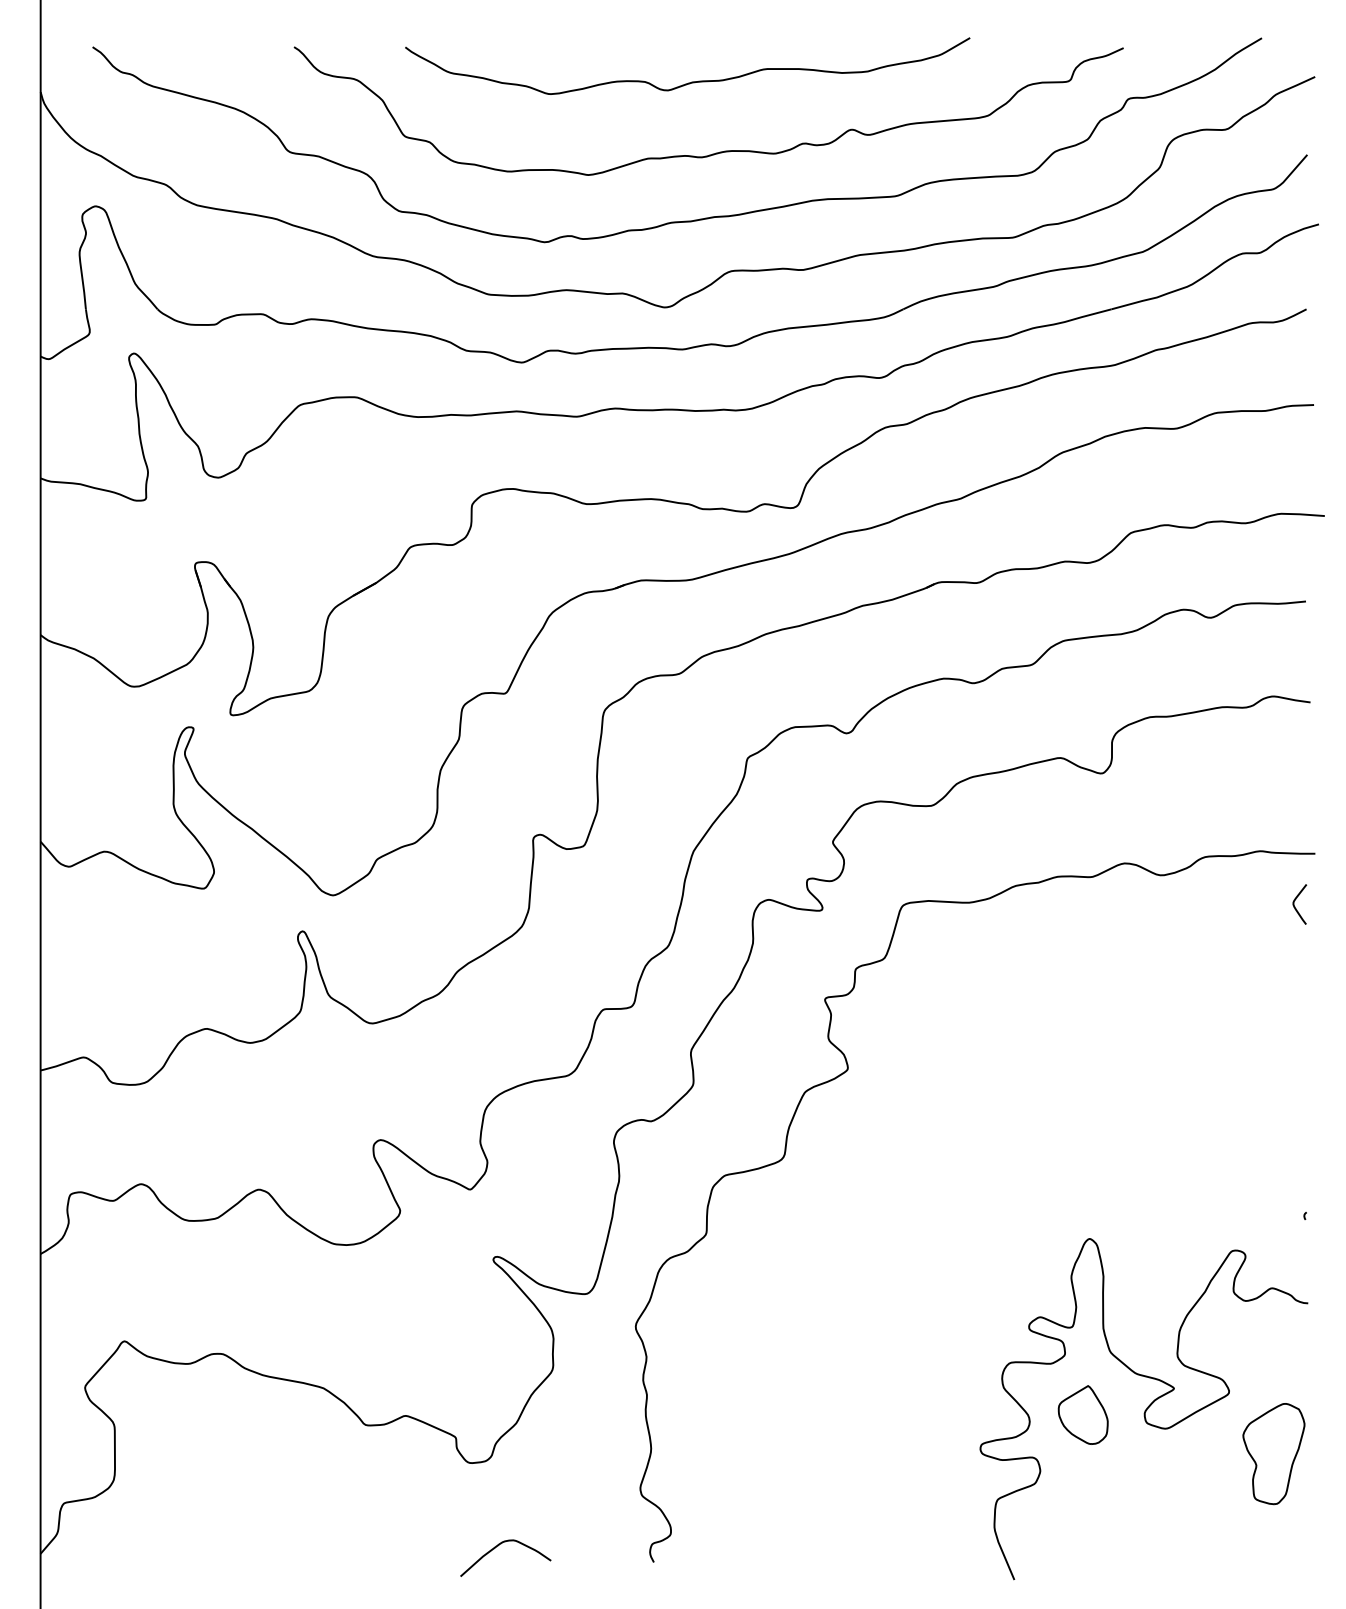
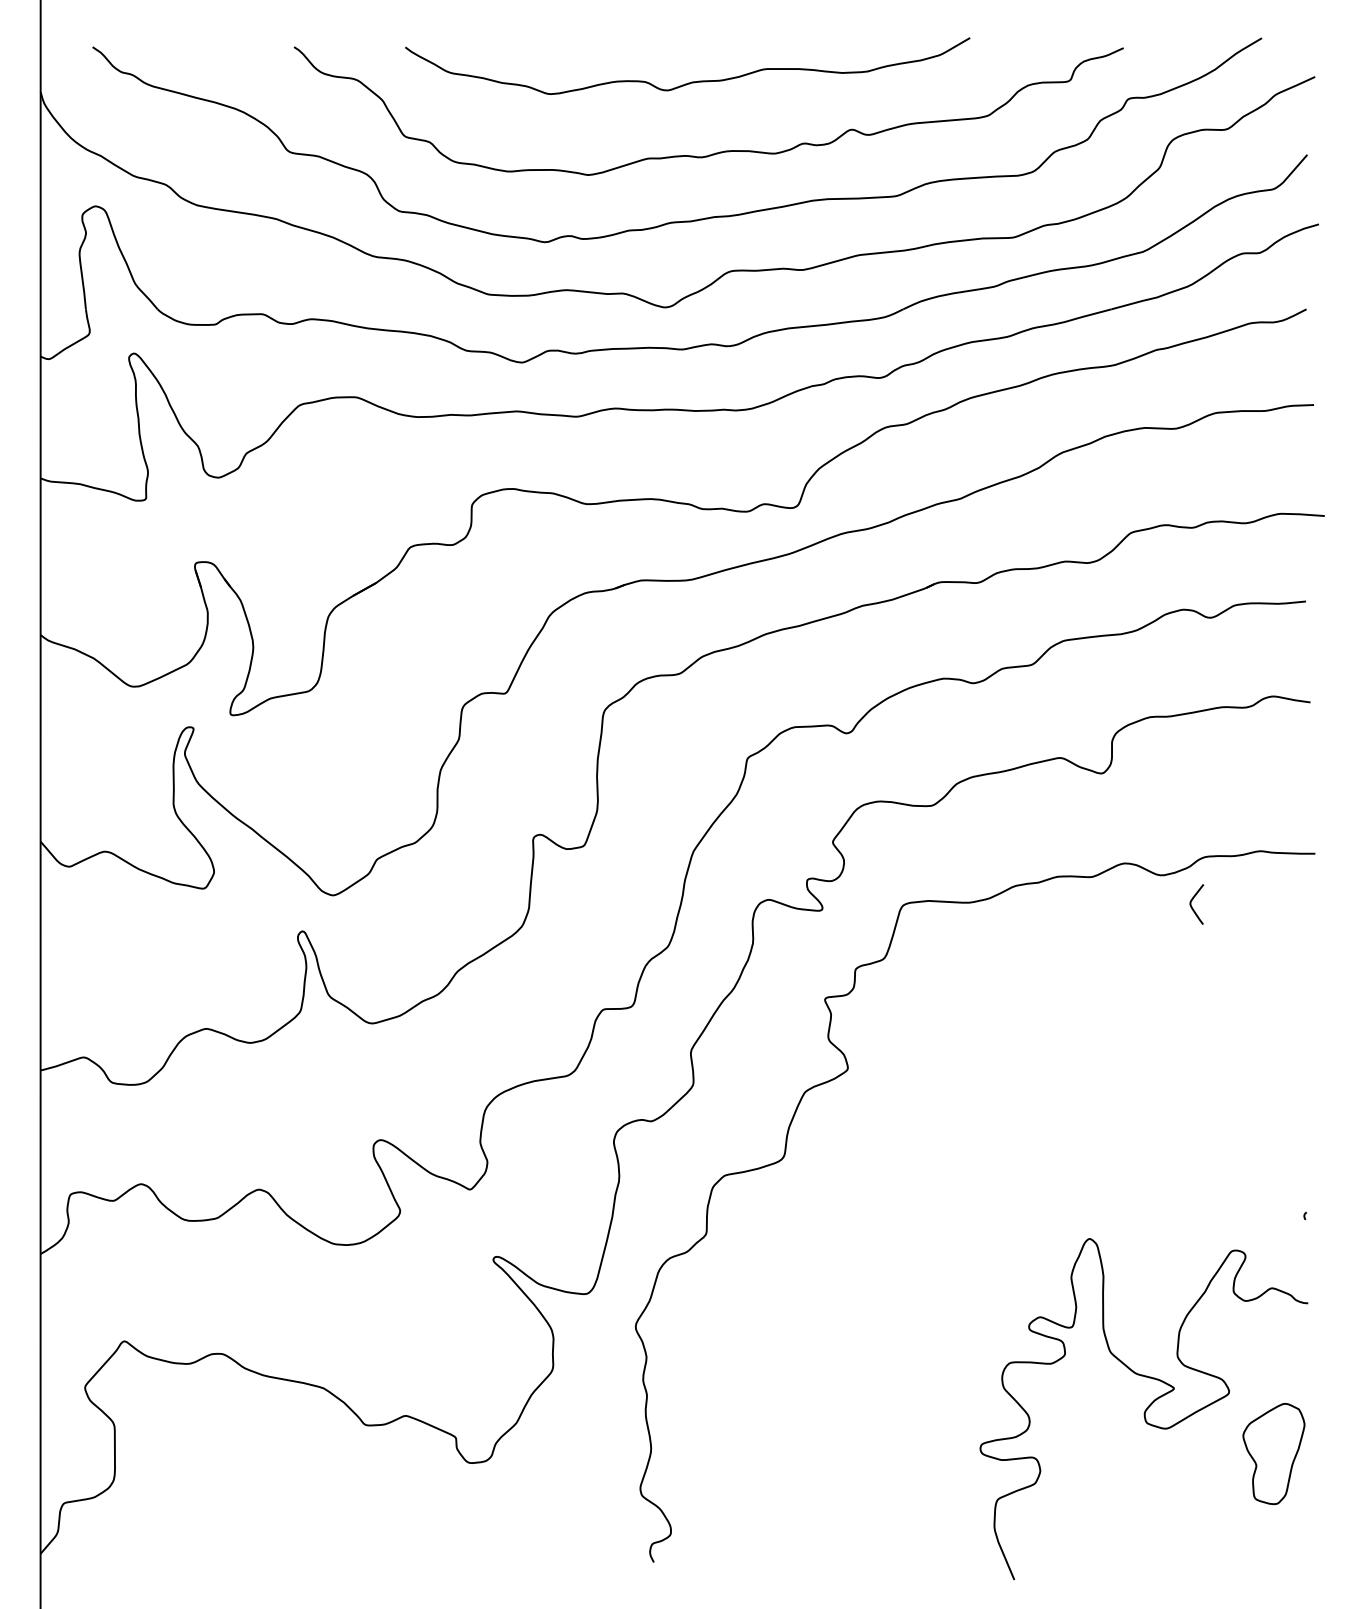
curve at (1295, 906) position: (1295, 906) -> (1192, 906)
part at (1082, 1414): present -> none
curve at (498, 1546): present -> none
